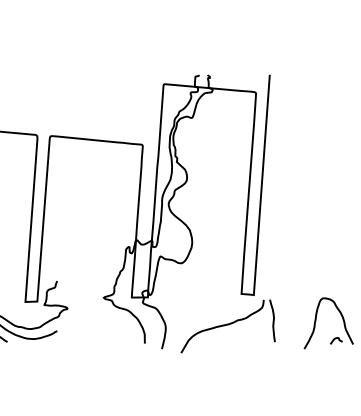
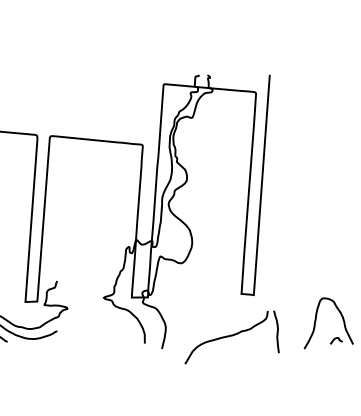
part at (227, 326) position: (227, 326) -> (231, 337)
